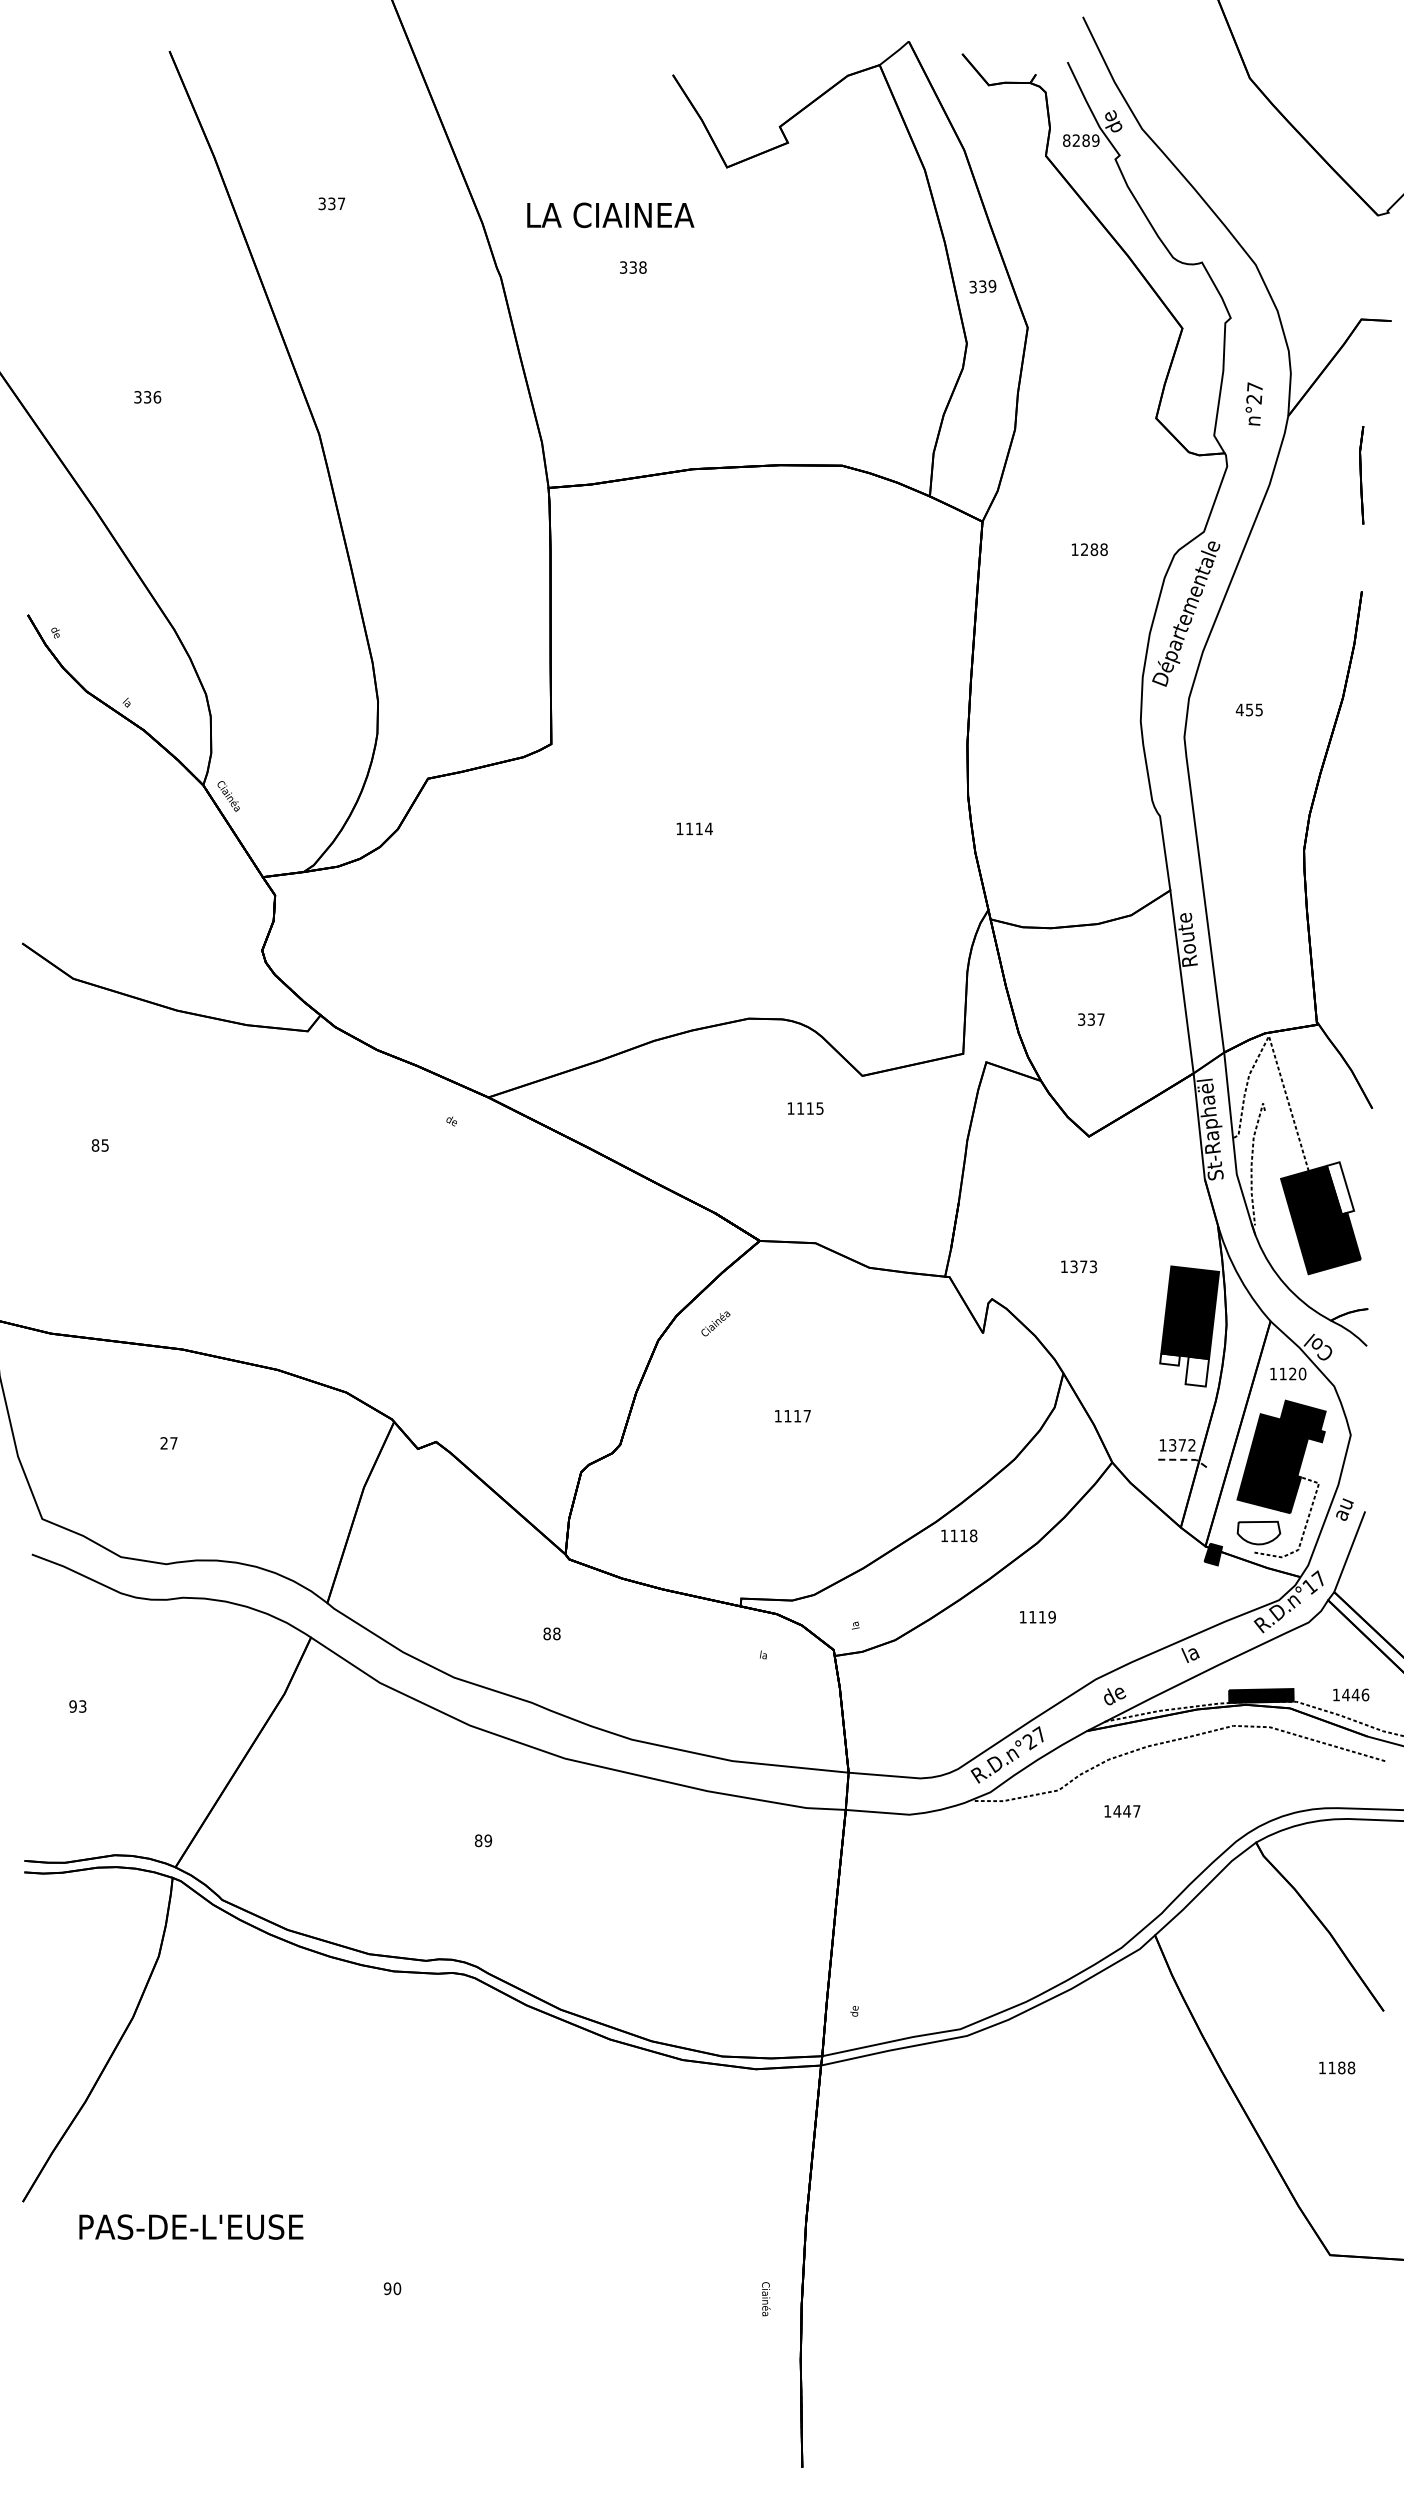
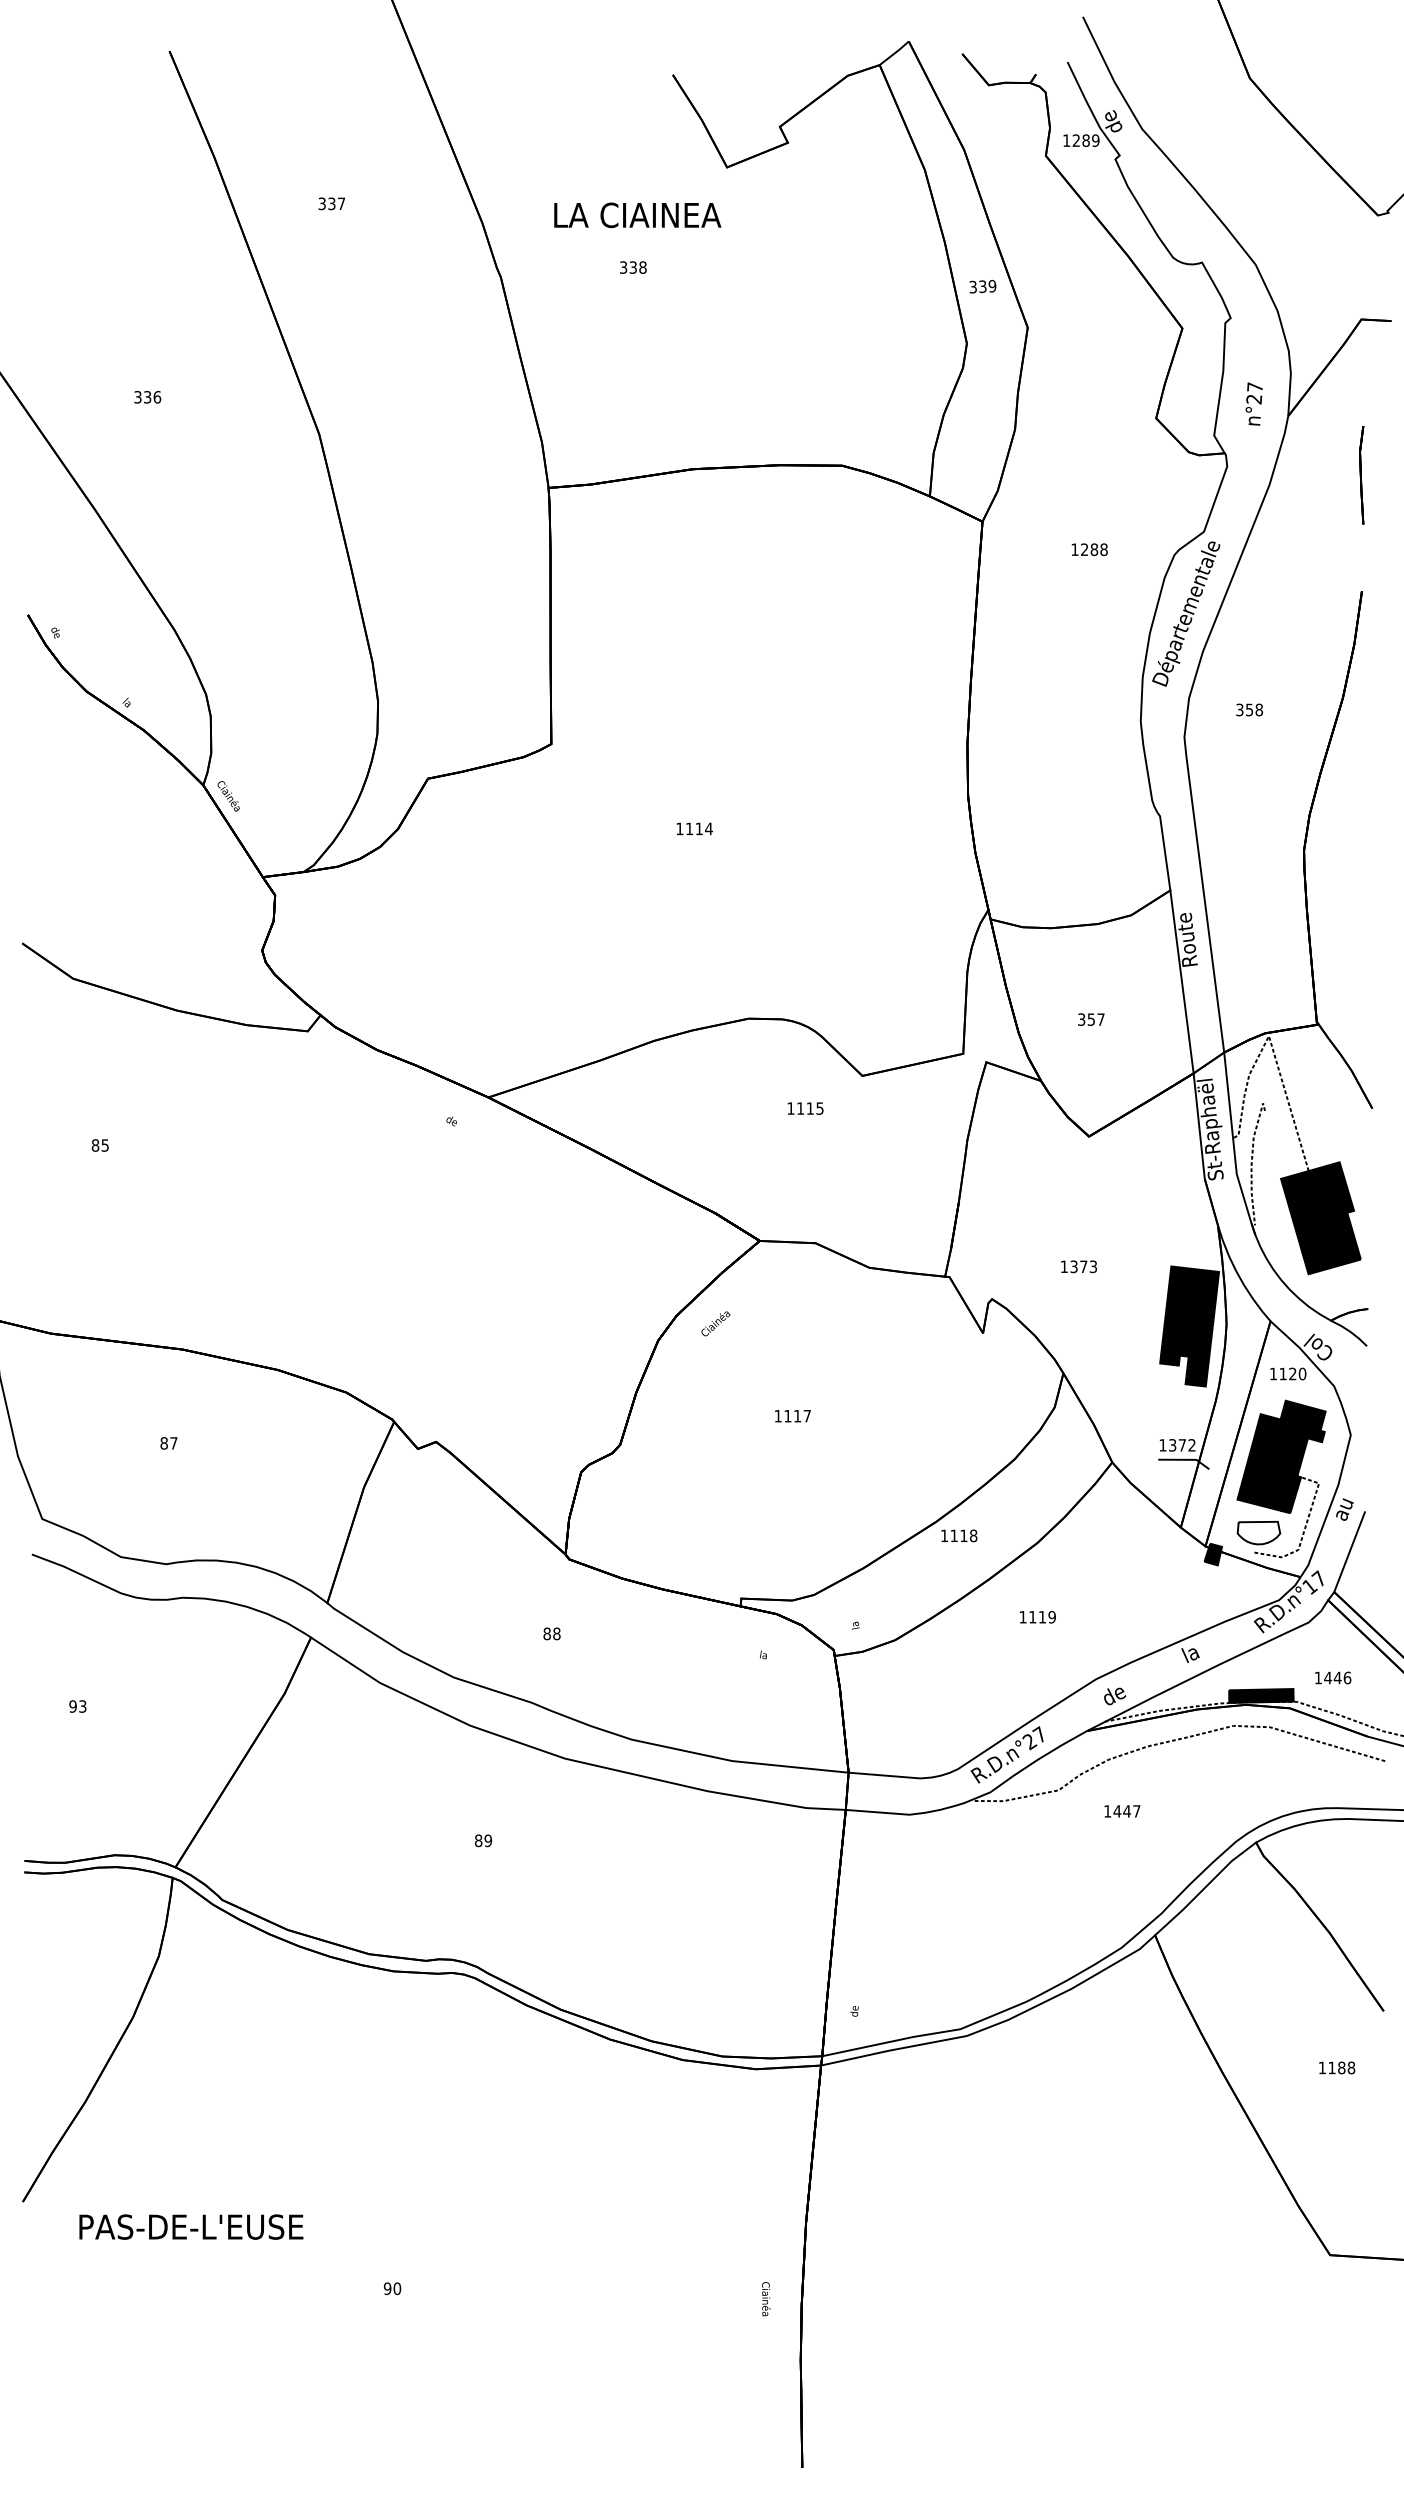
text at (1066, 140): 8289 -> 1289
text at (610, 215) position: (610, 215) -> (637, 215)
text at (1249, 709): 455 -> 358
text at (1091, 1019): 337 -> 357
fill at (1340, 1188): none -> present
fill at (1169, 1359): none -> present
fill at (1197, 1371): none -> present
text at (163, 1443): 27 -> 87
line at (1185, 1459): dashed -> solid
text at (1351, 1694) position: (1351, 1694) -> (1333, 1677)
